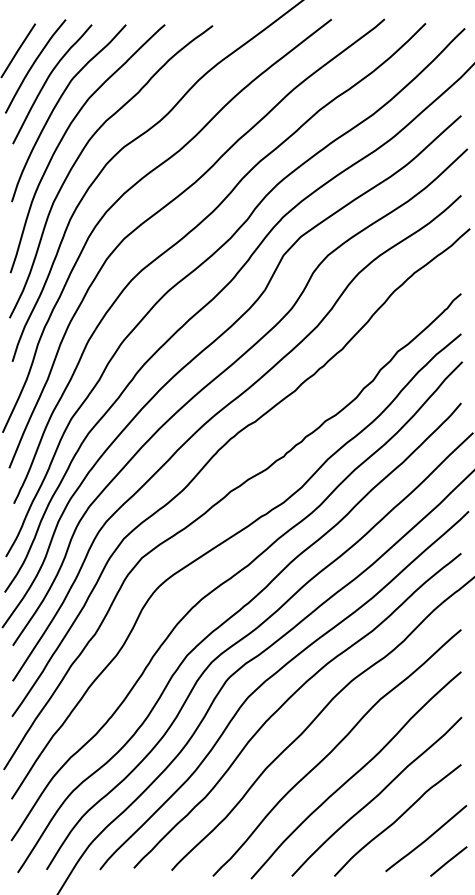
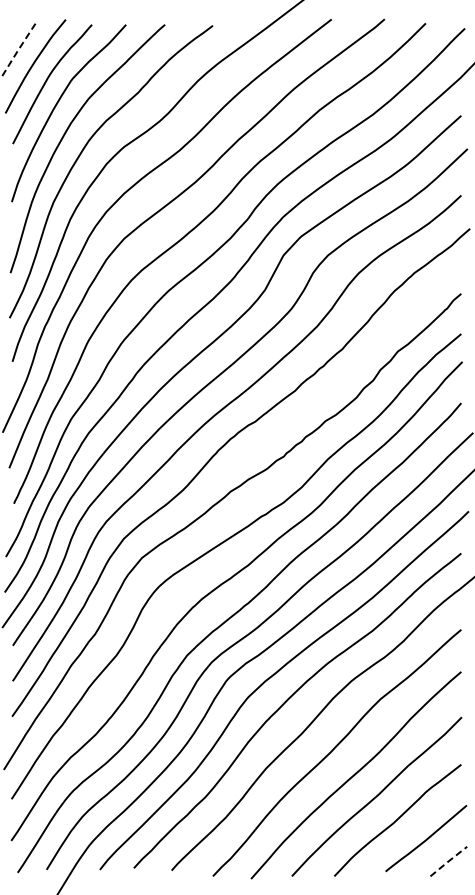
line at (17, 50): solid -> dashed
line at (448, 861): solid -> dashed
